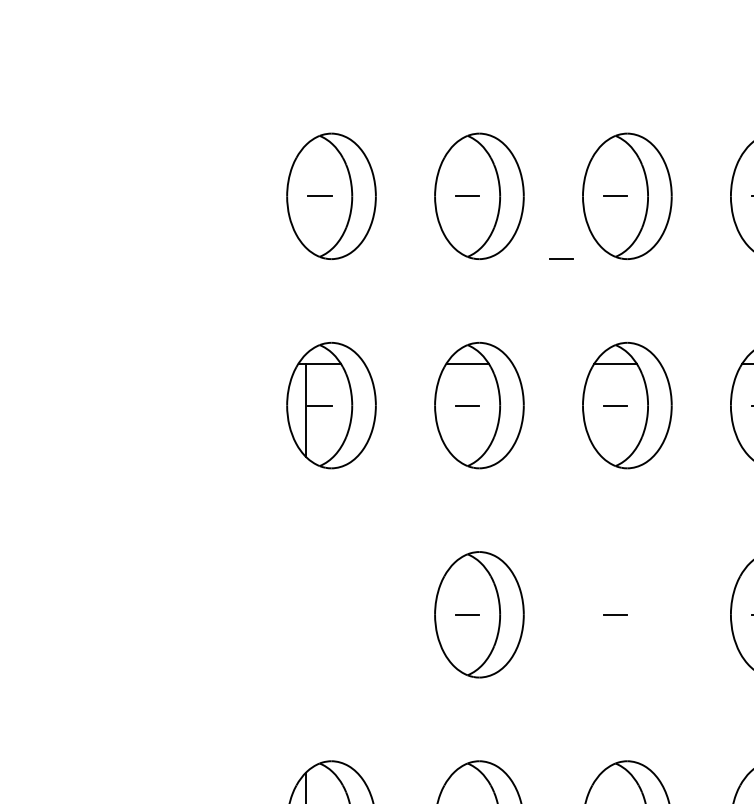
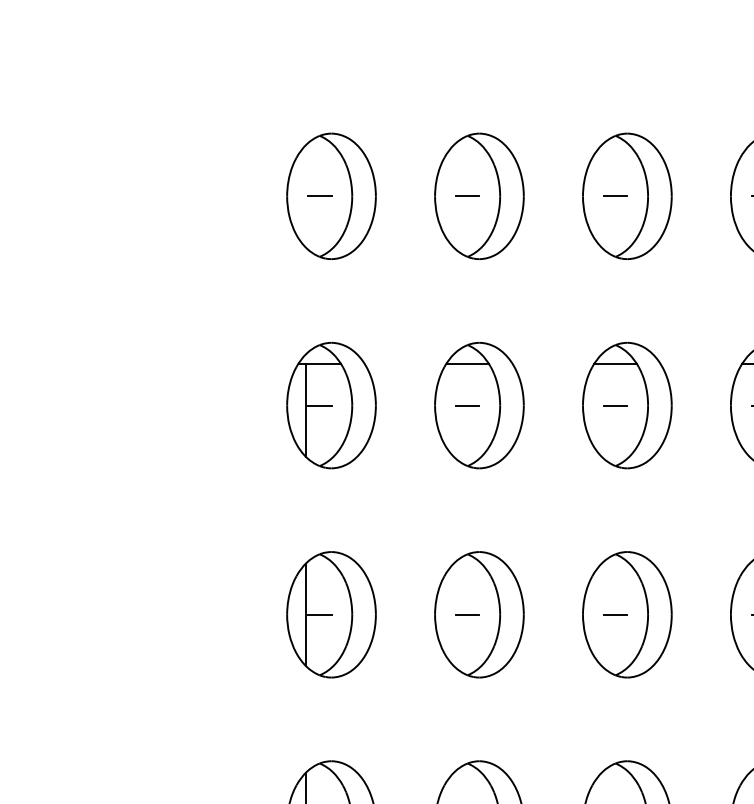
line at (561, 258): present -> none
part at (331, 614): none -> present
part at (627, 614): none -> present
